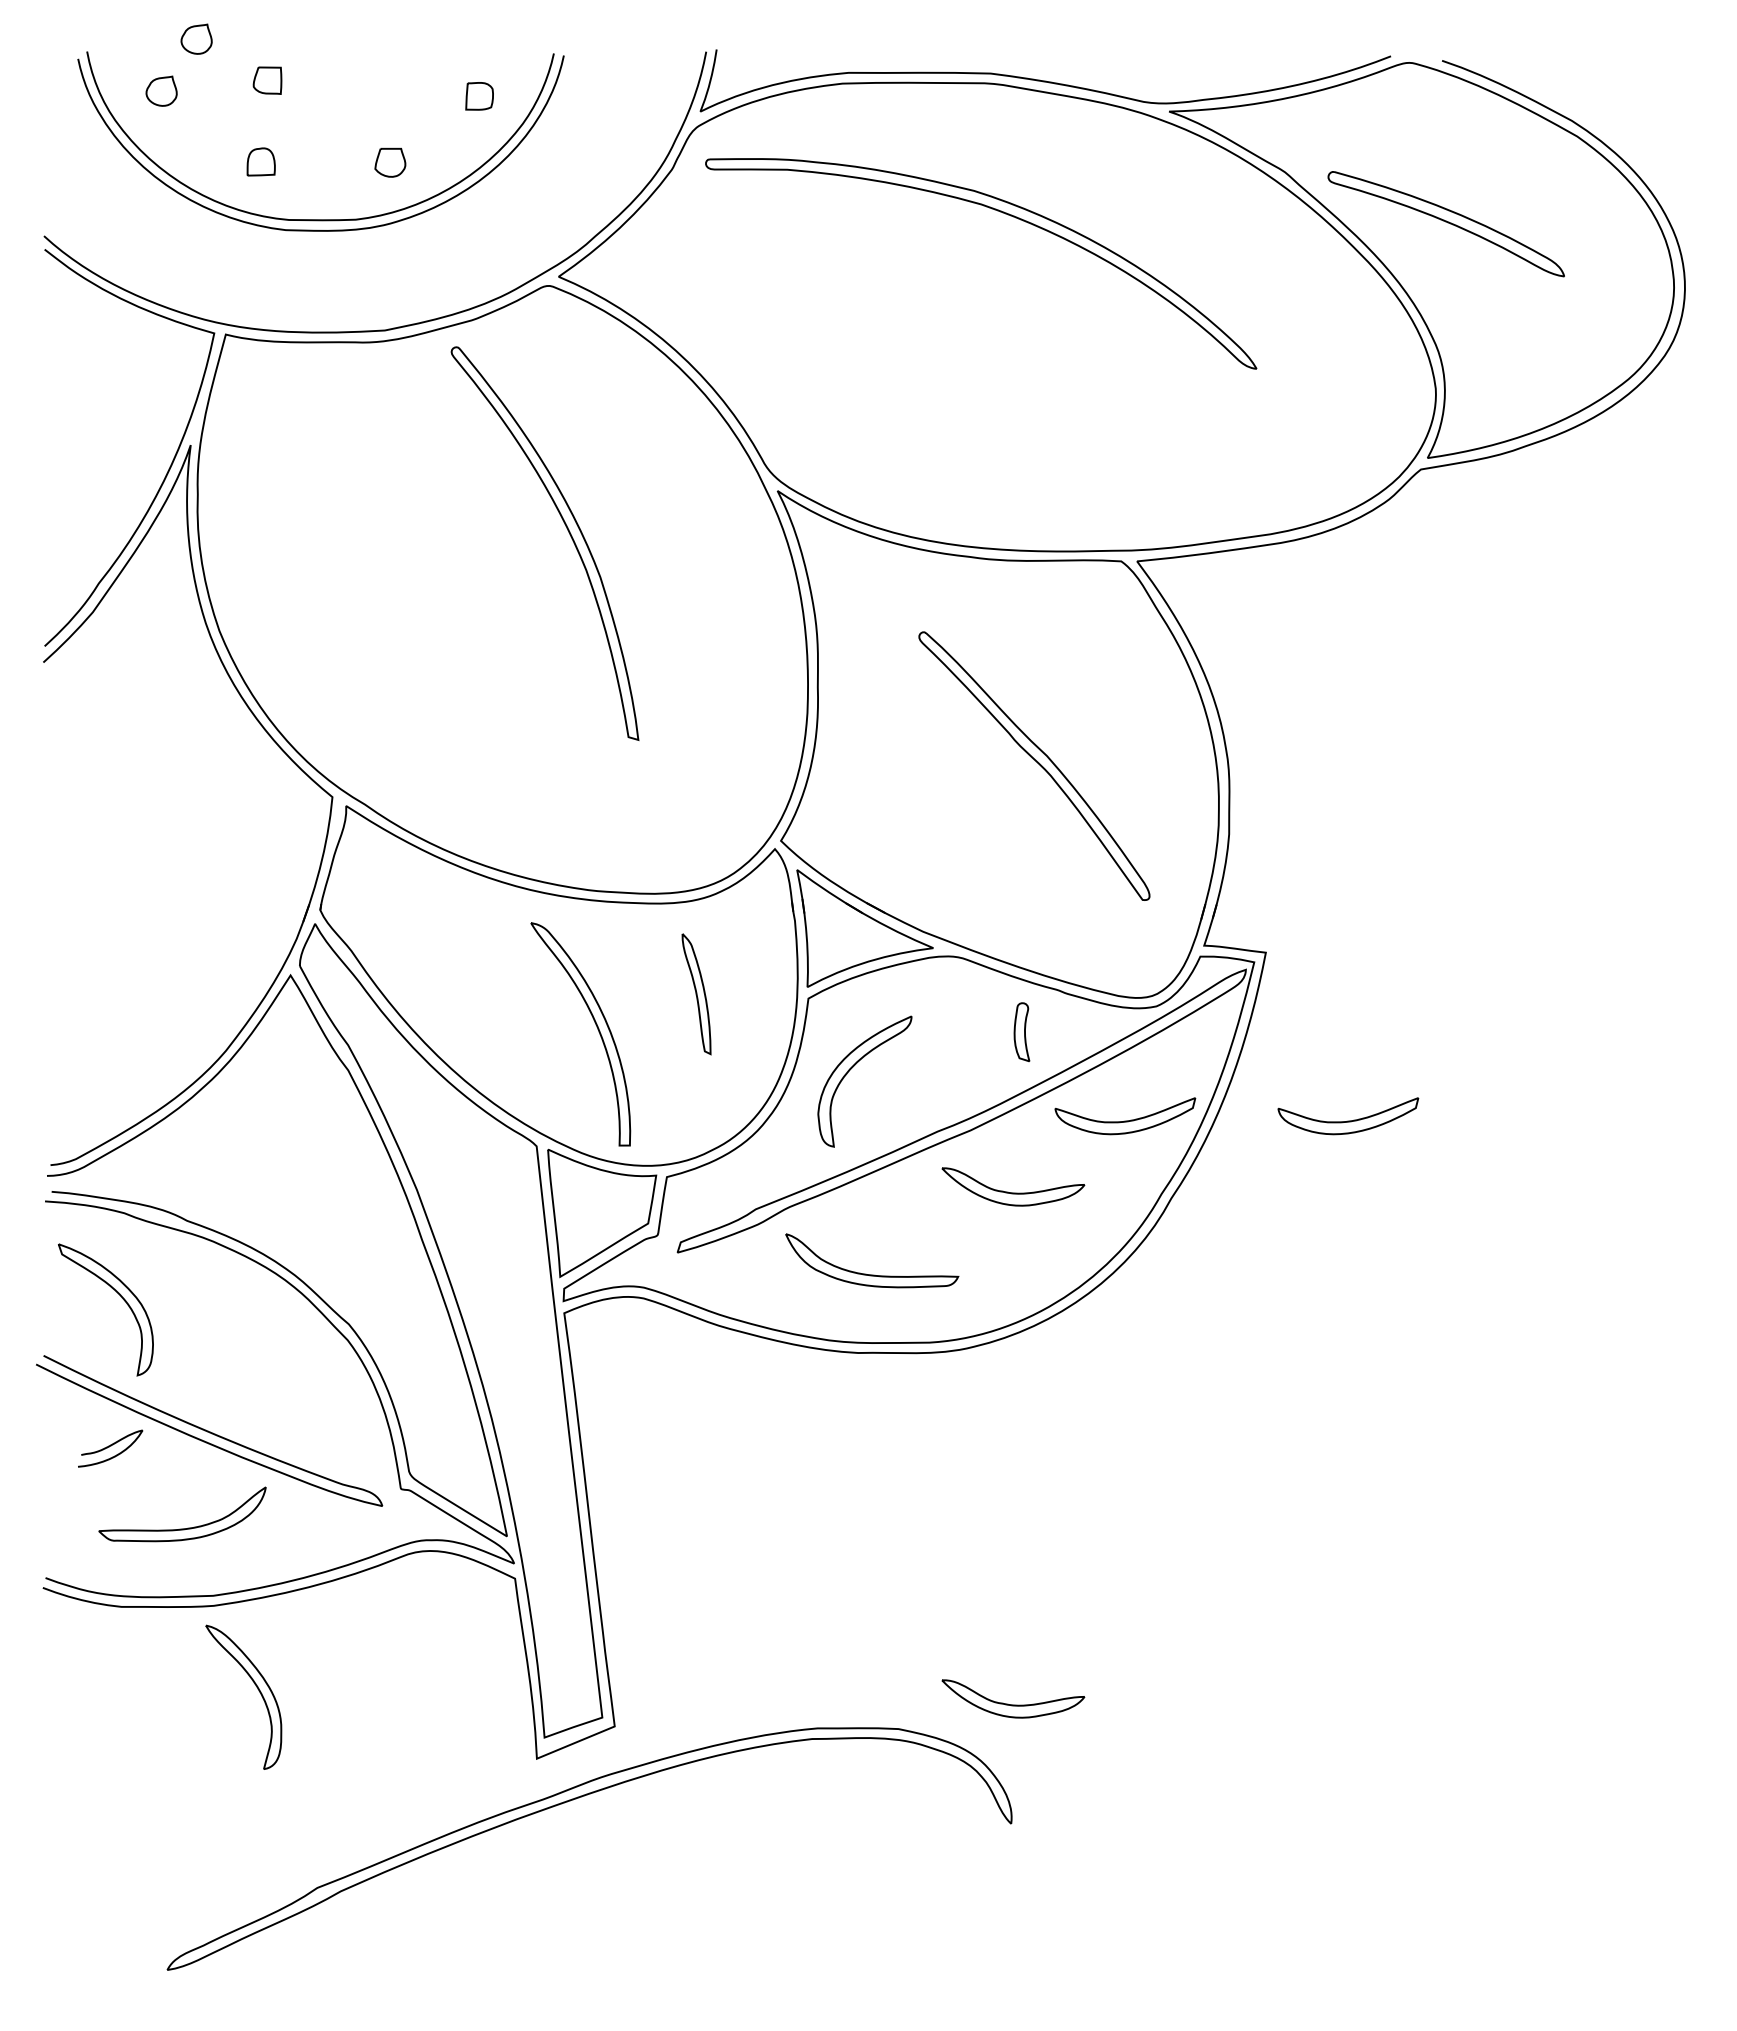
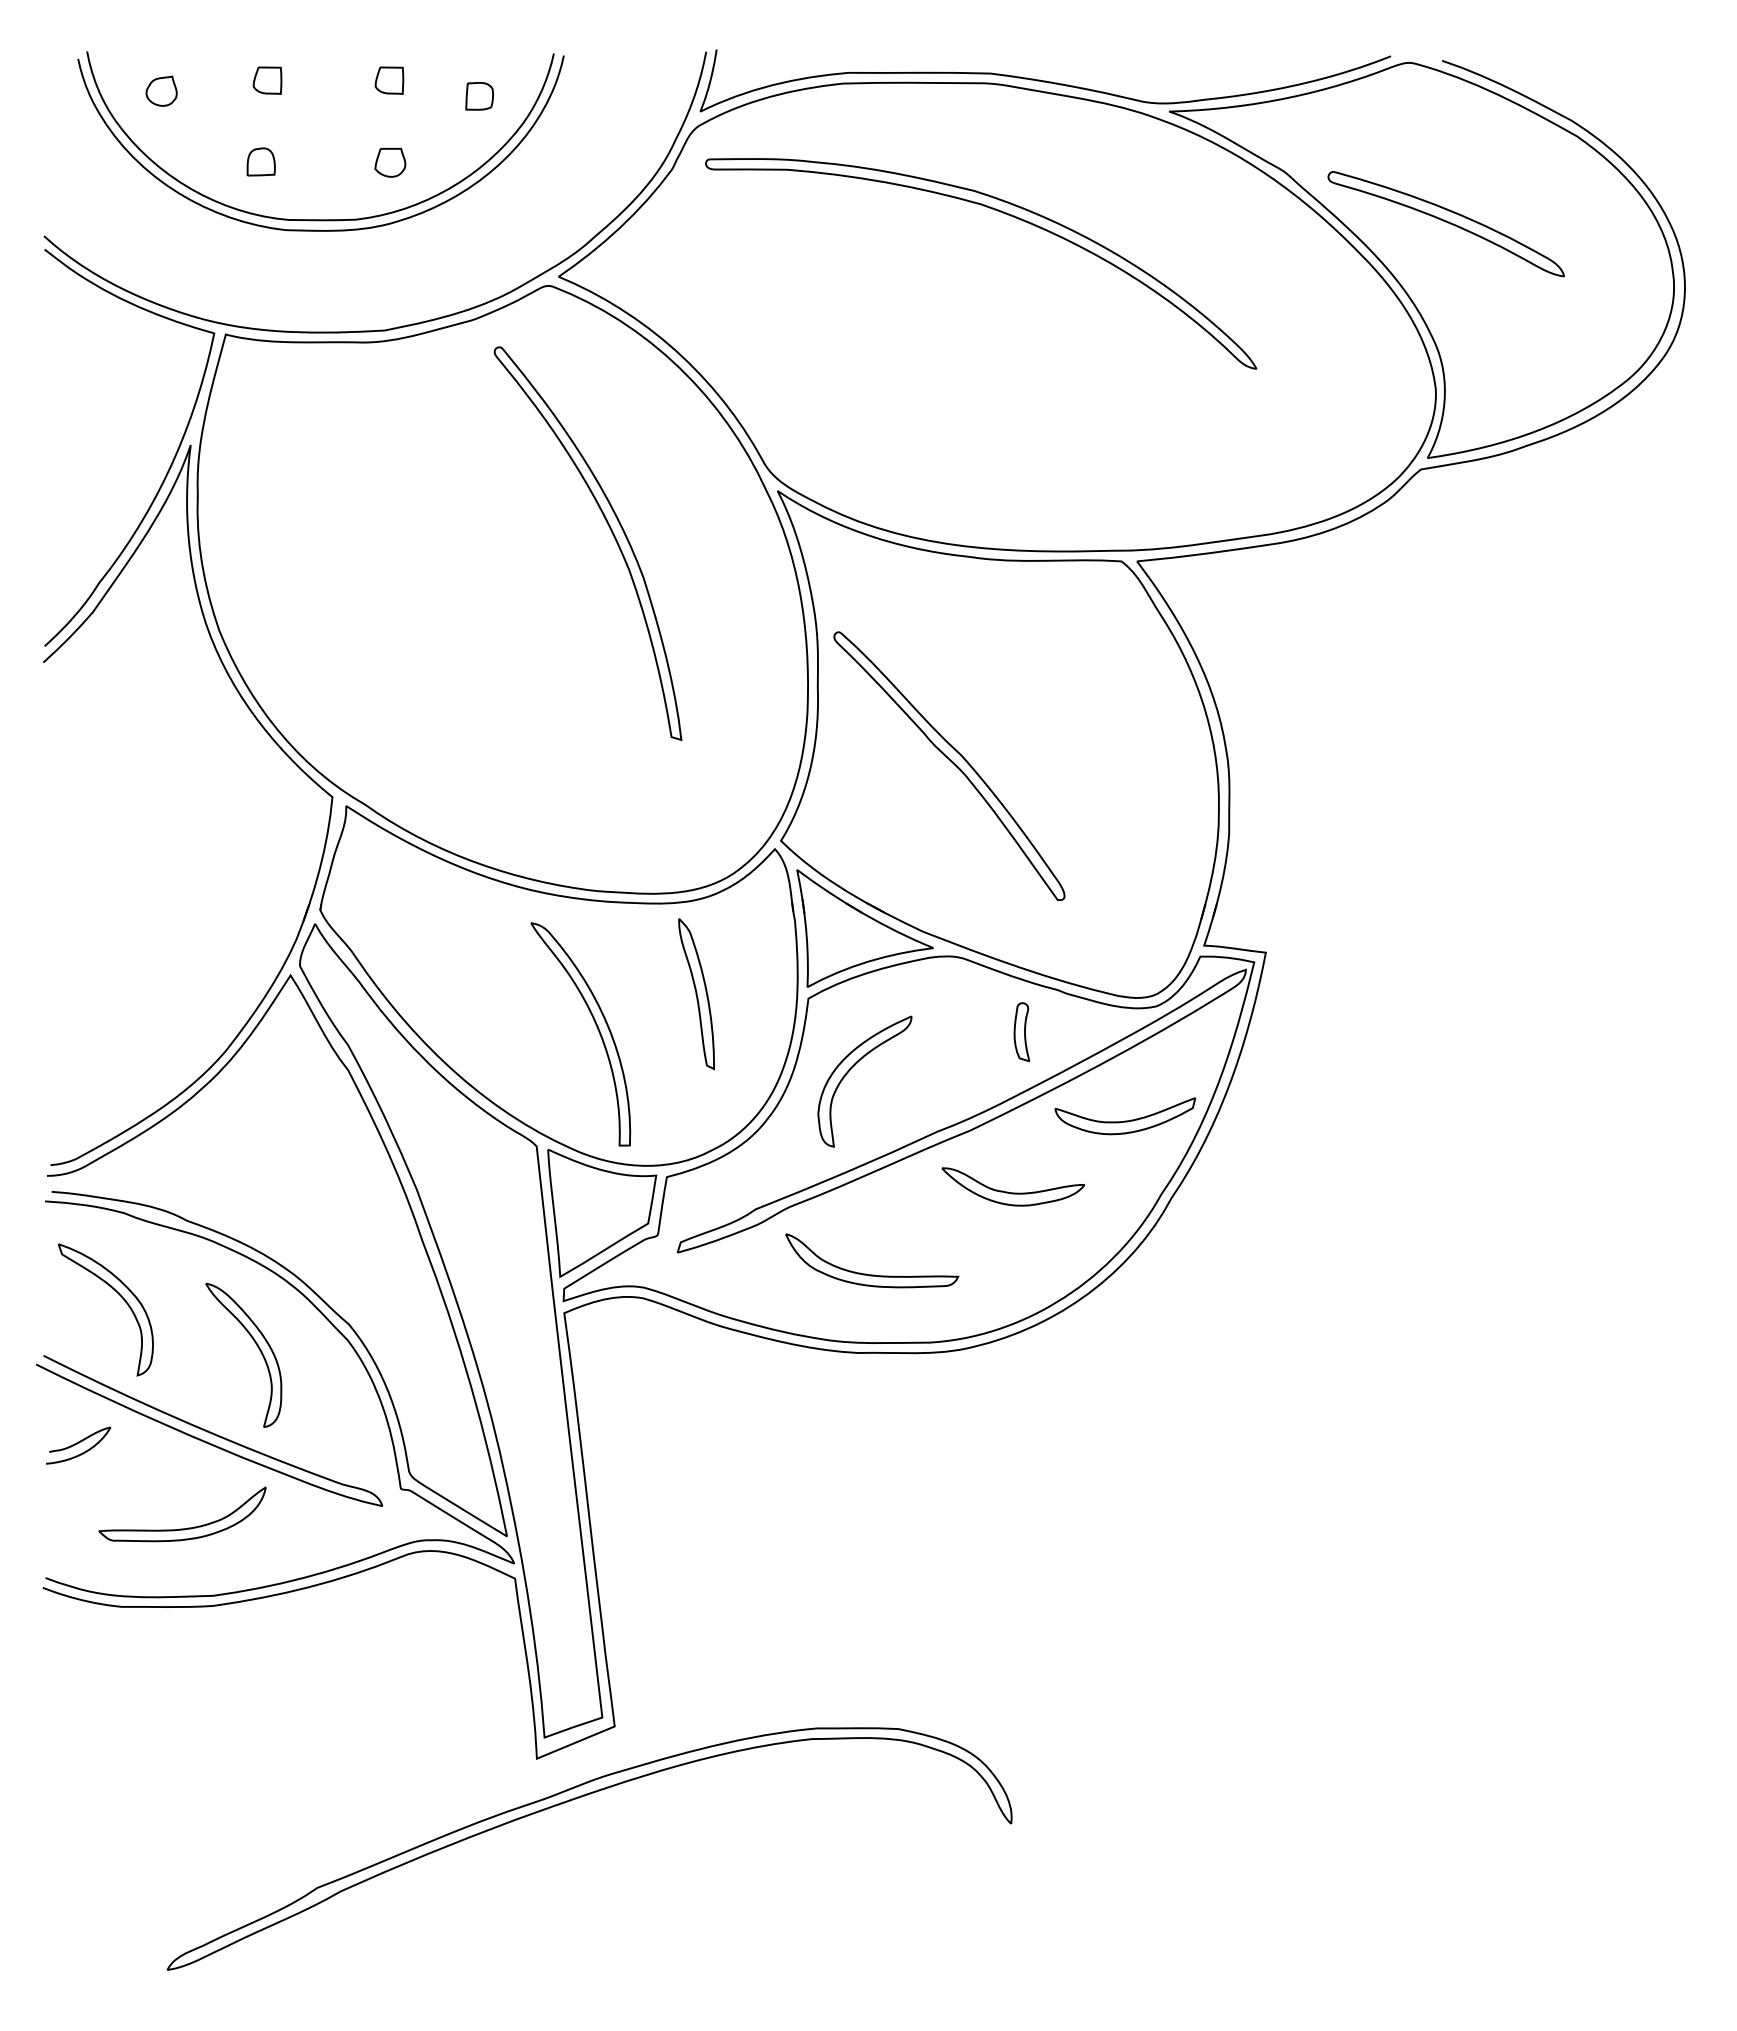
part at (196, 38): present -> none
part at (389, 80): none -> present
part at (568, 532) position: (568, 532) -> (611, 532)
part at (1034, 765) position: (1034, 765) -> (949, 765)
part at (696, 994) size: 31x123 px -> 37x153 px
part at (1348, 1116): present -> none
curve at (109, 1447) position: (109, 1447) -> (77, 1444)
part at (257, 1689) position: (257, 1689) -> (257, 1347)
part at (1013, 1698): present -> none
